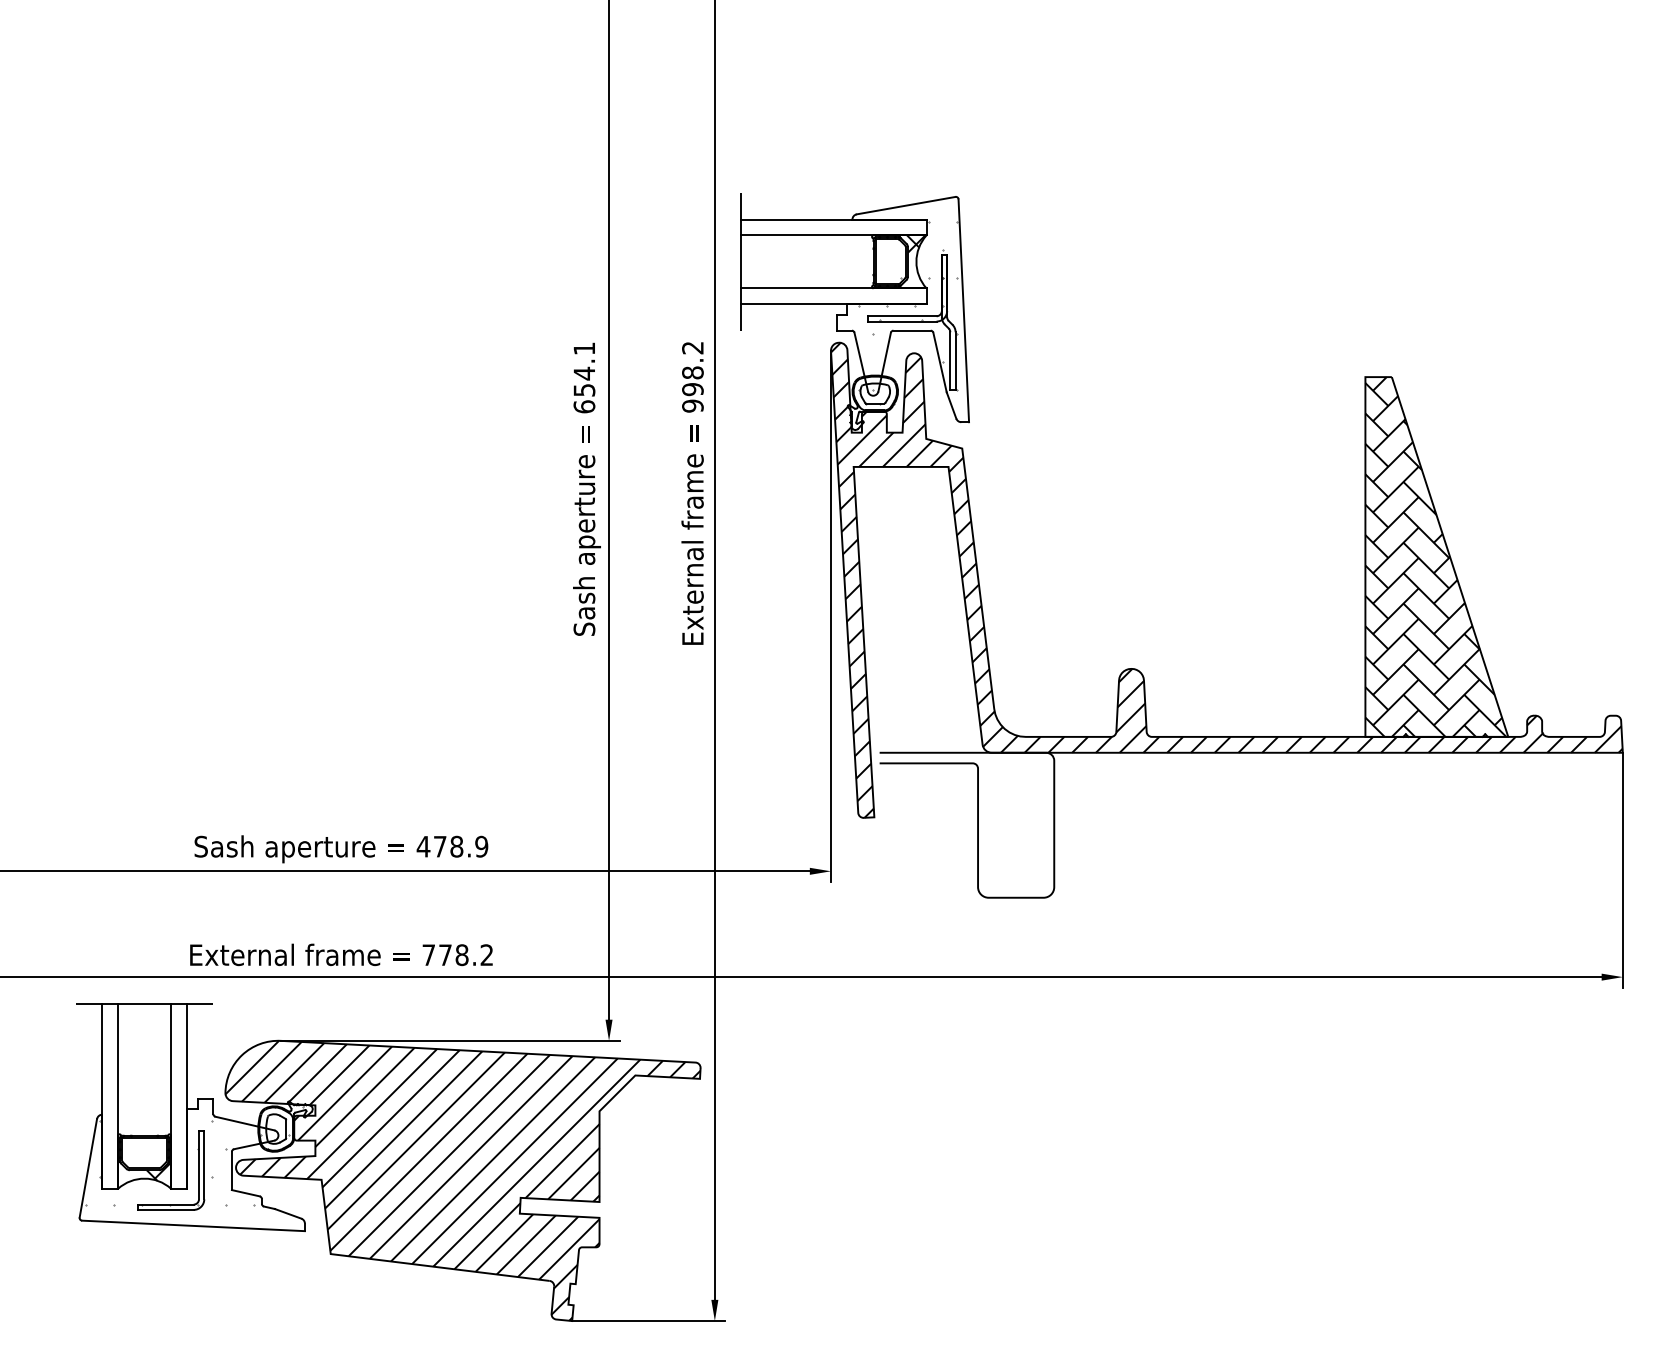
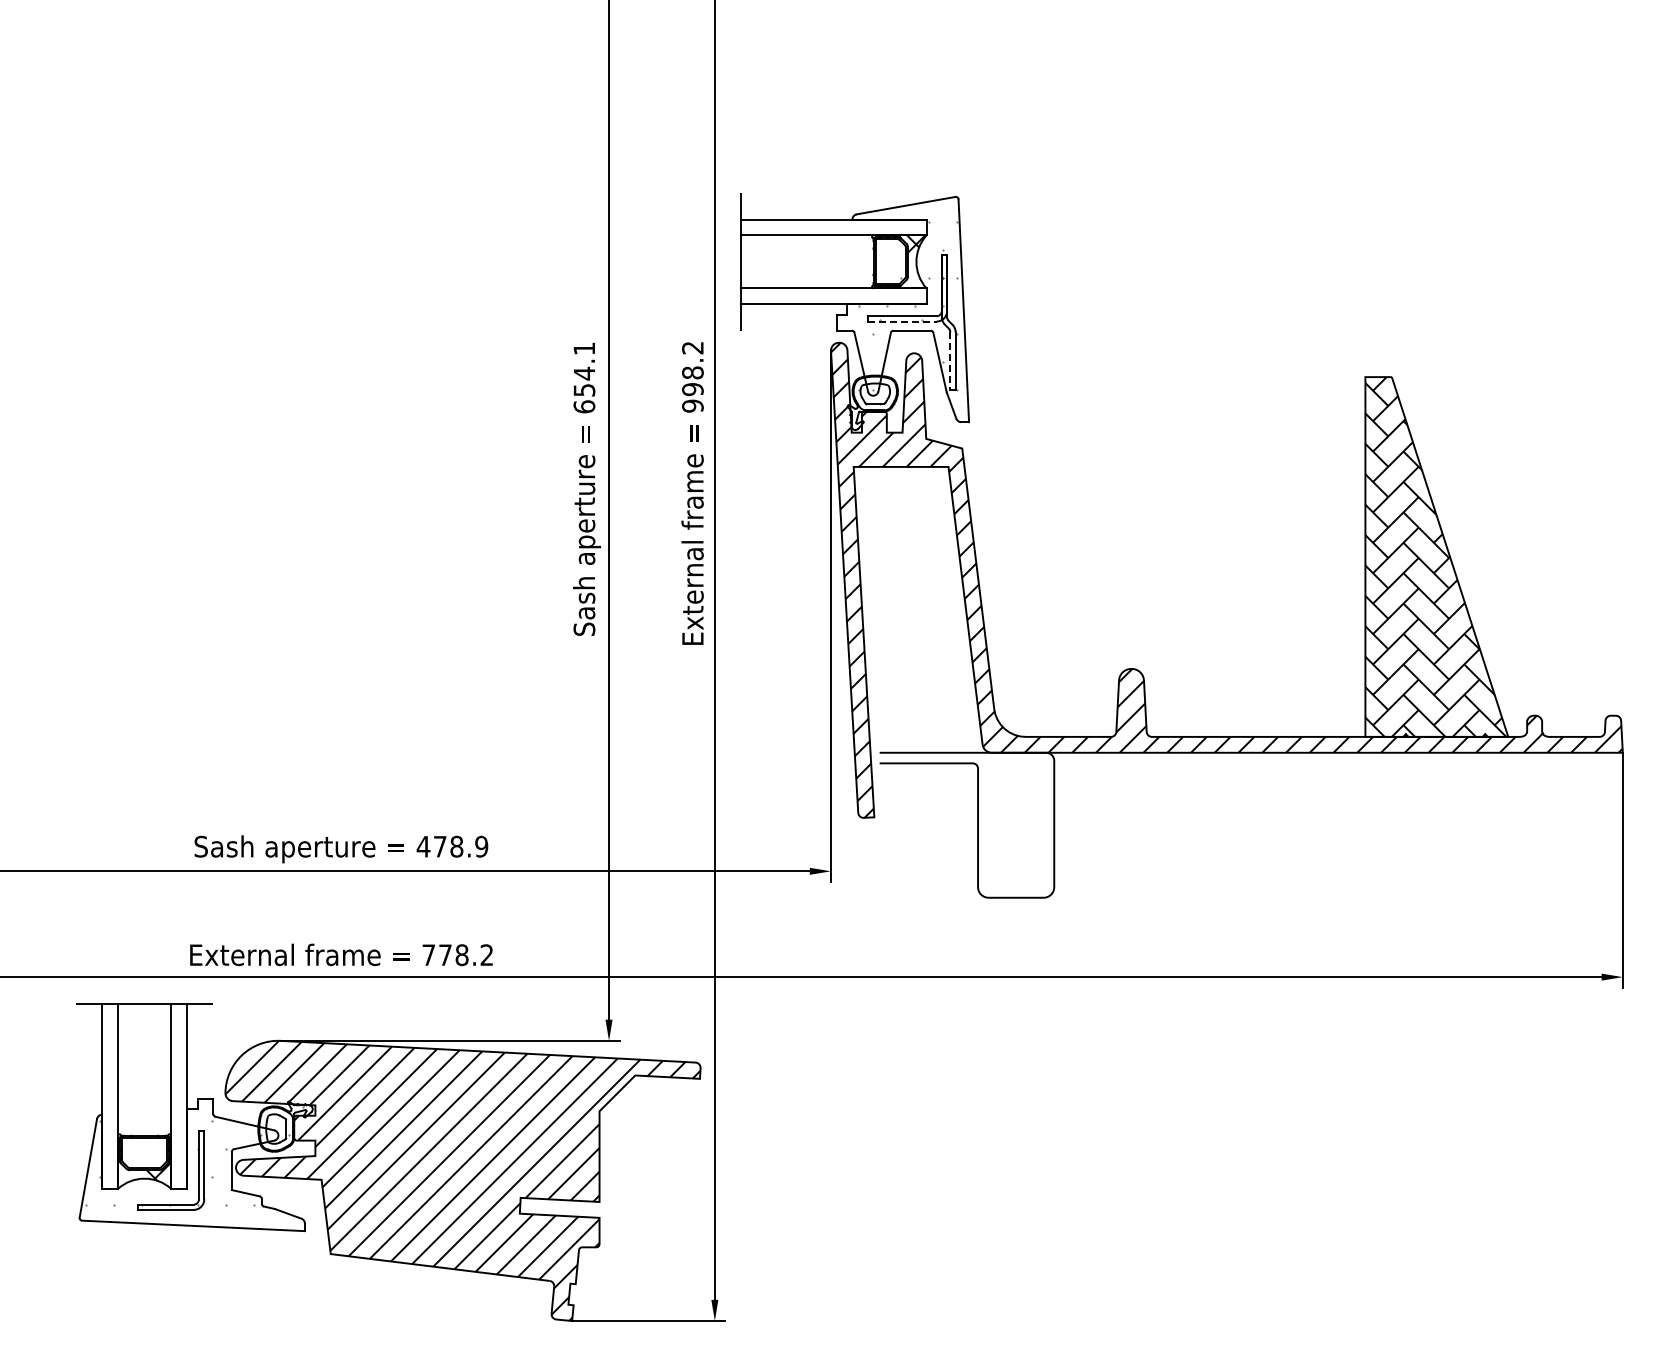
line at (902, 321): solid -> dashed
line at (950, 361): solid -> dashed
